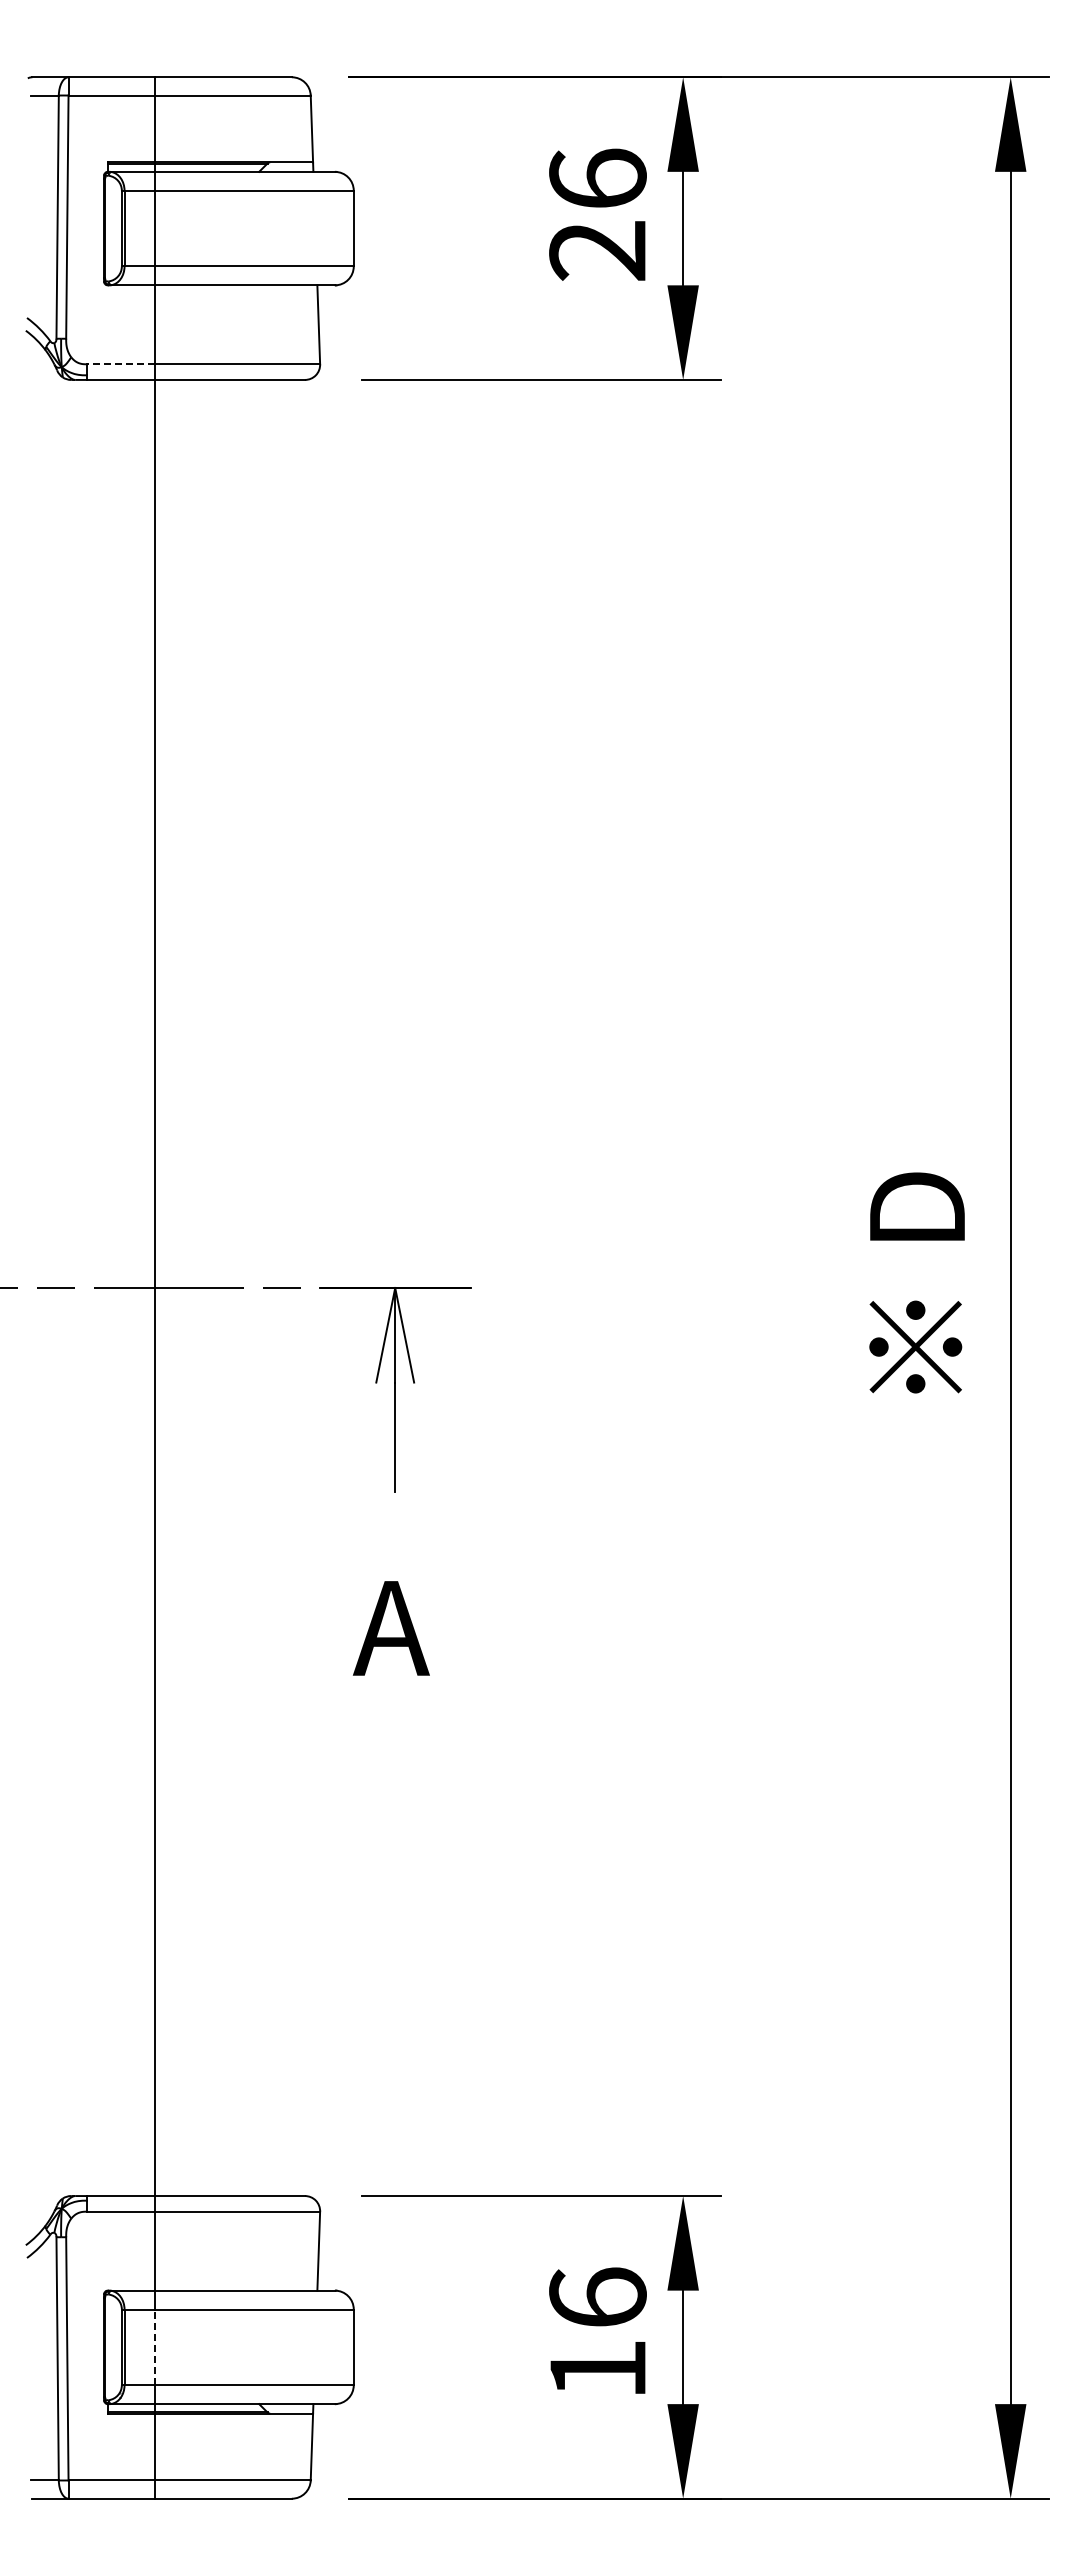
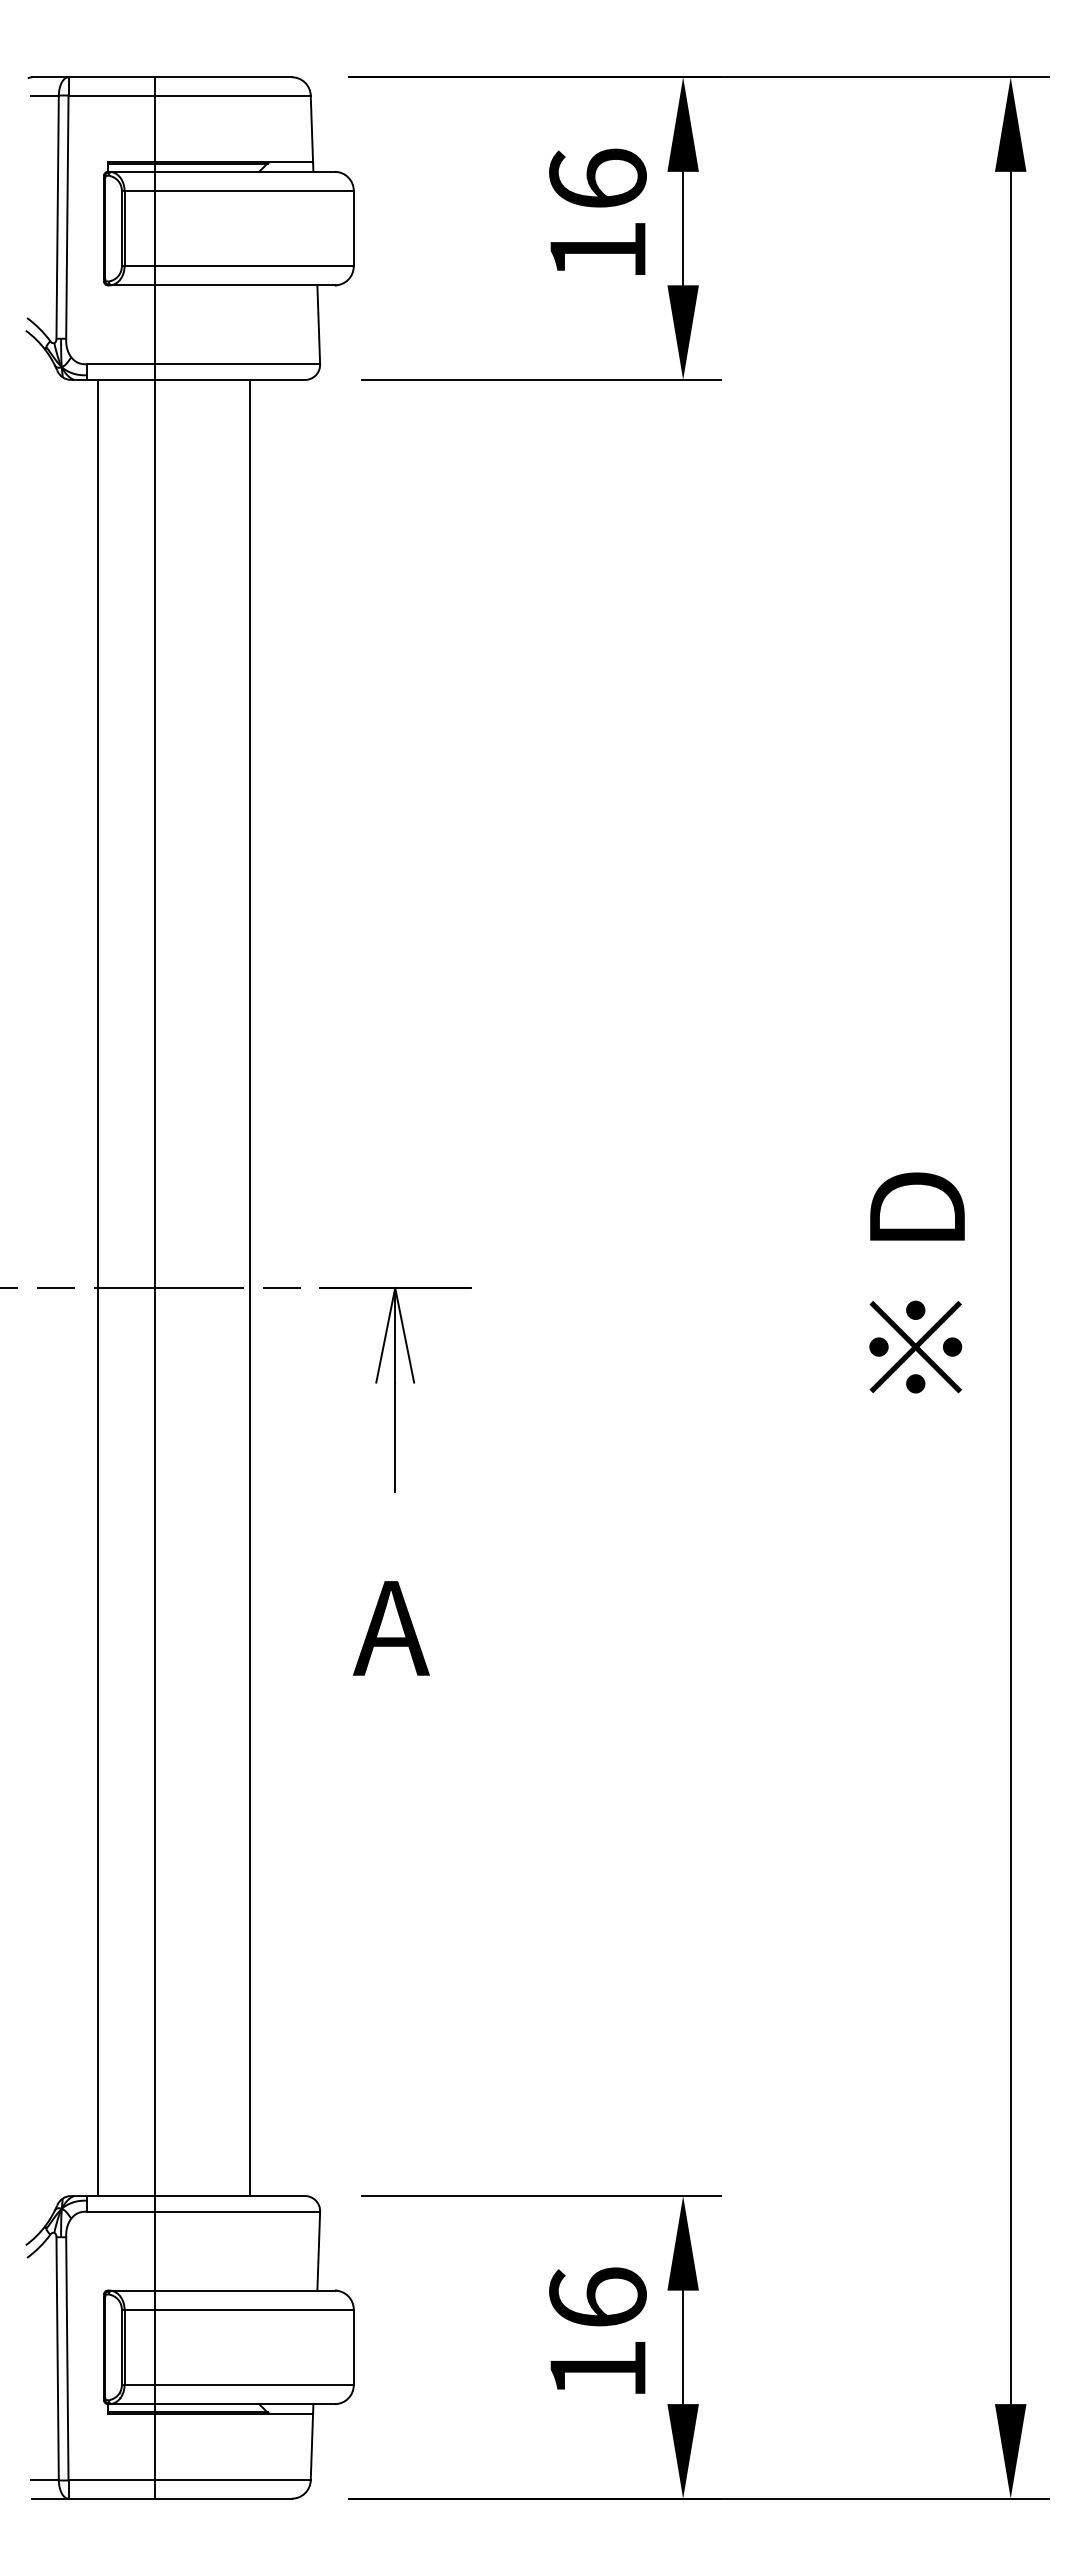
text at (597, 250): 26 -> 16
line at (120, 364): dashed -> solid
line at (98, 1287): none -> present
line at (249, 1287): none -> present
line at (155, 2347): dashed -> solid
